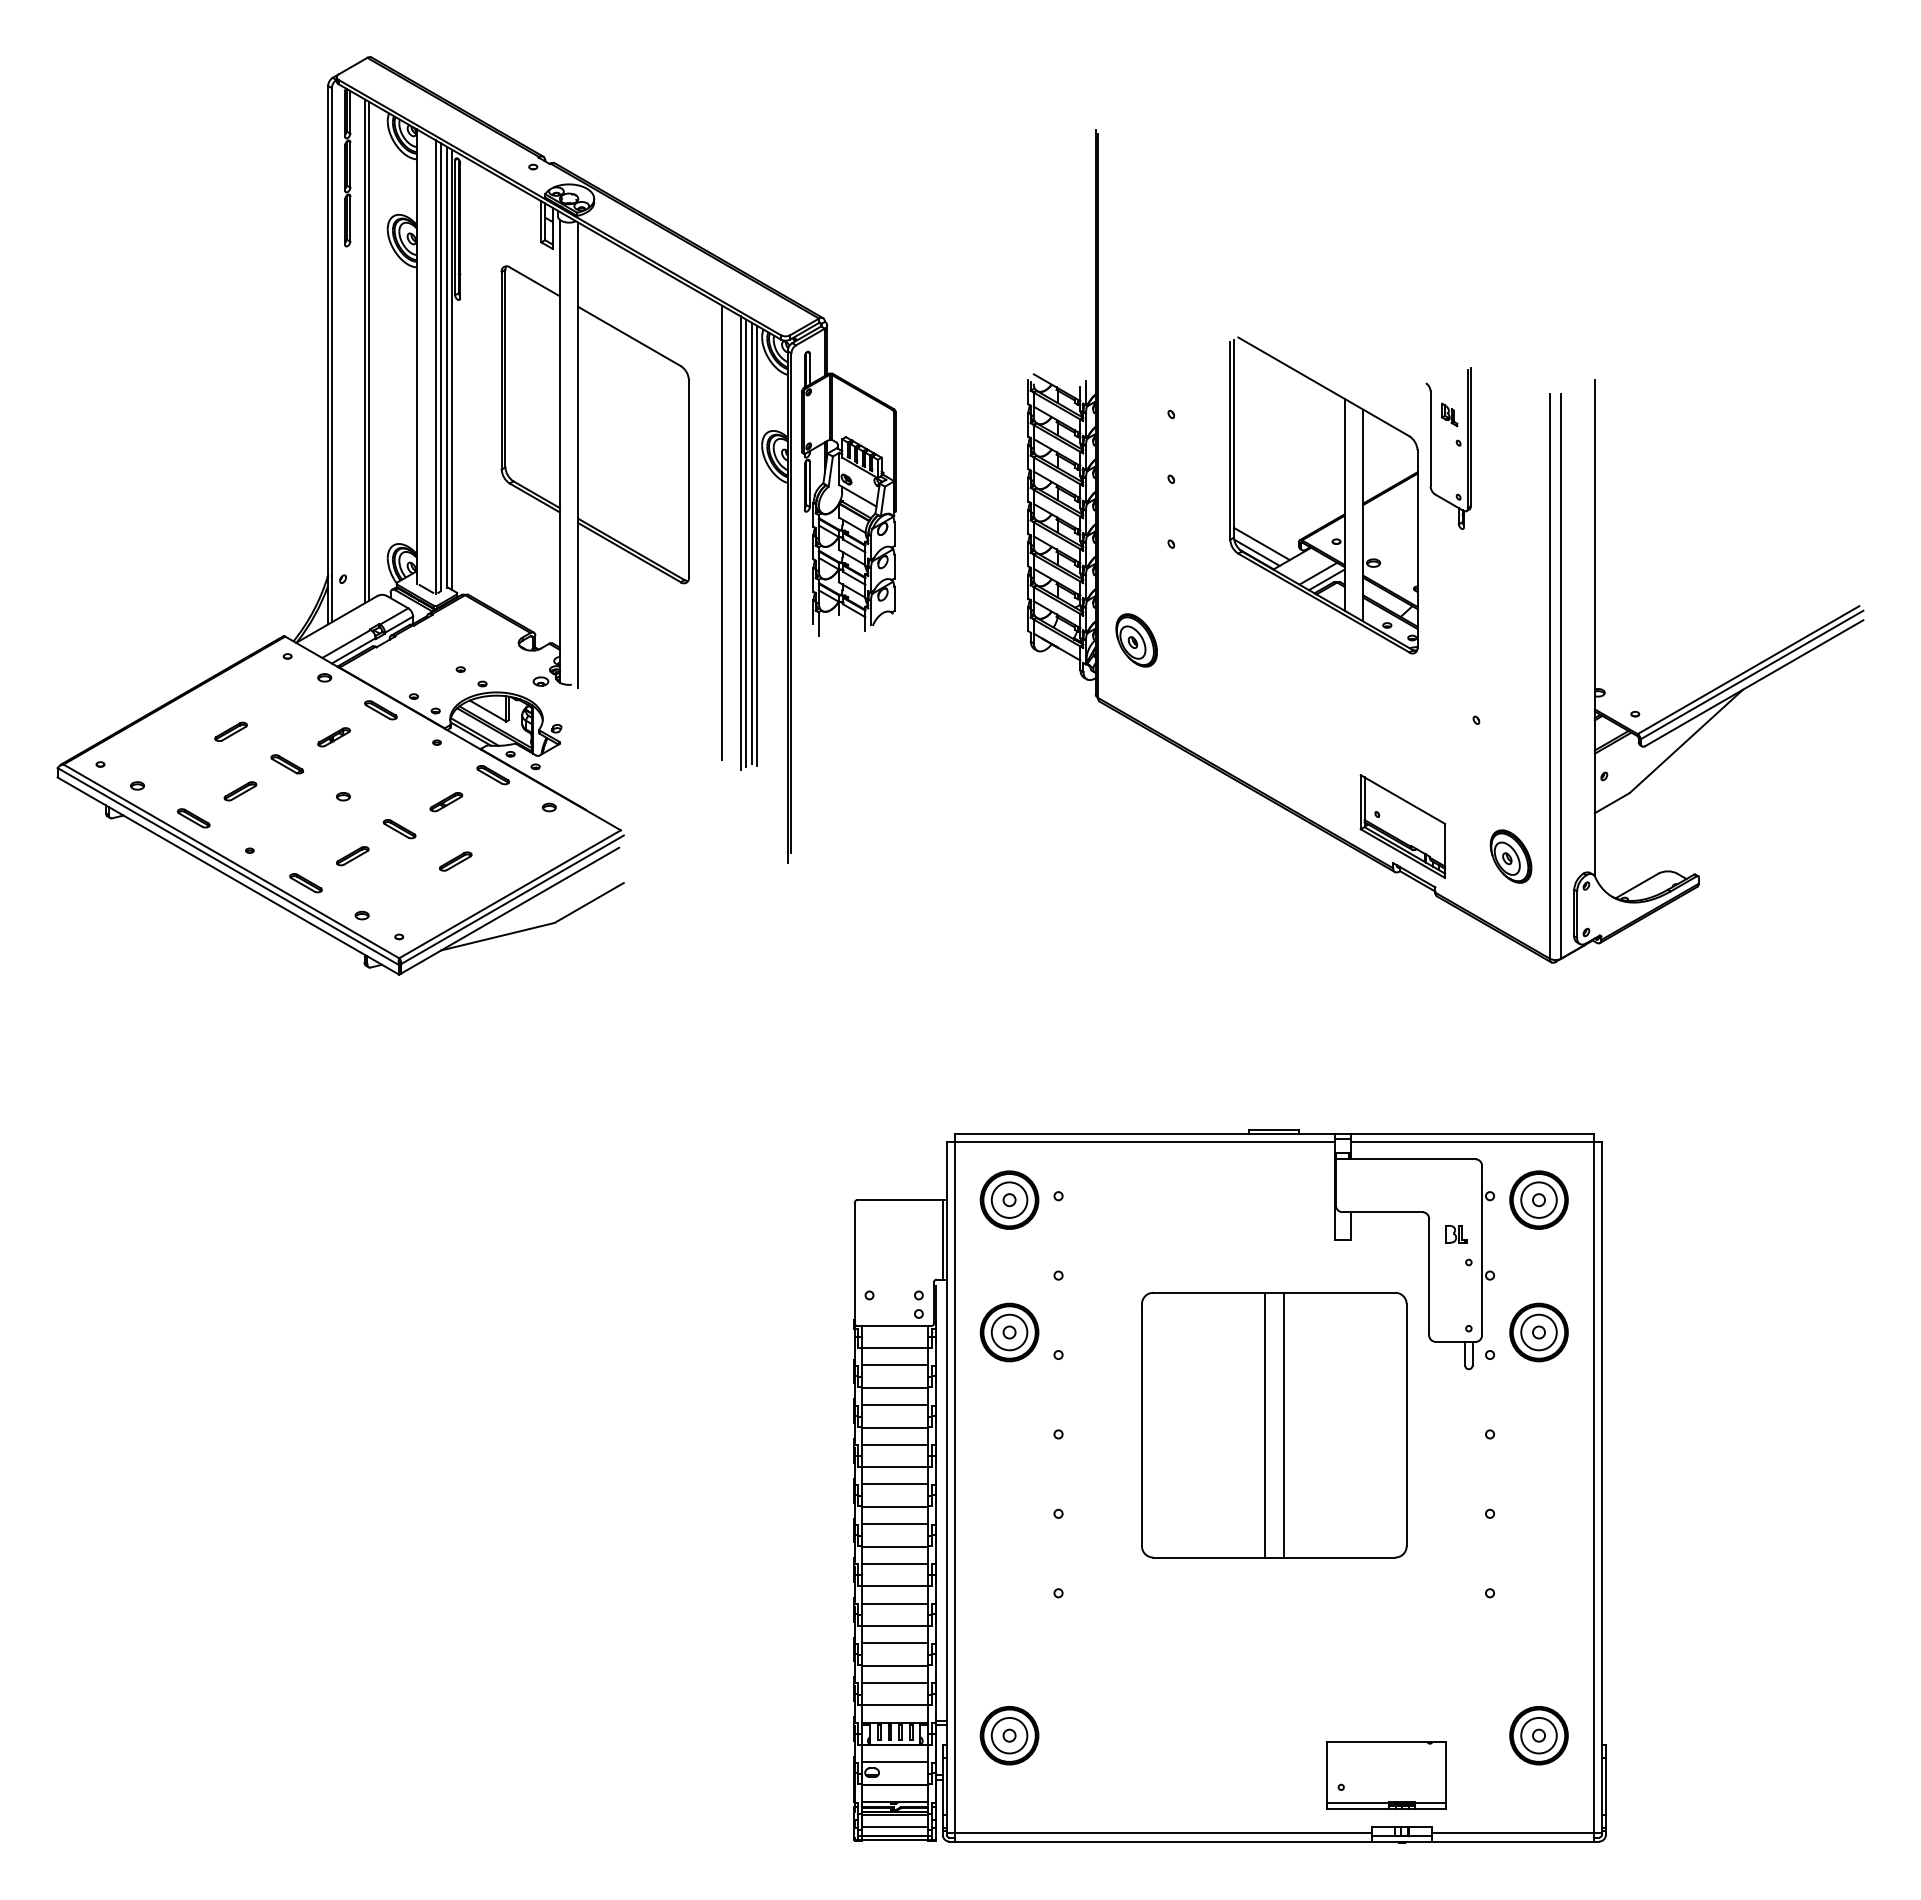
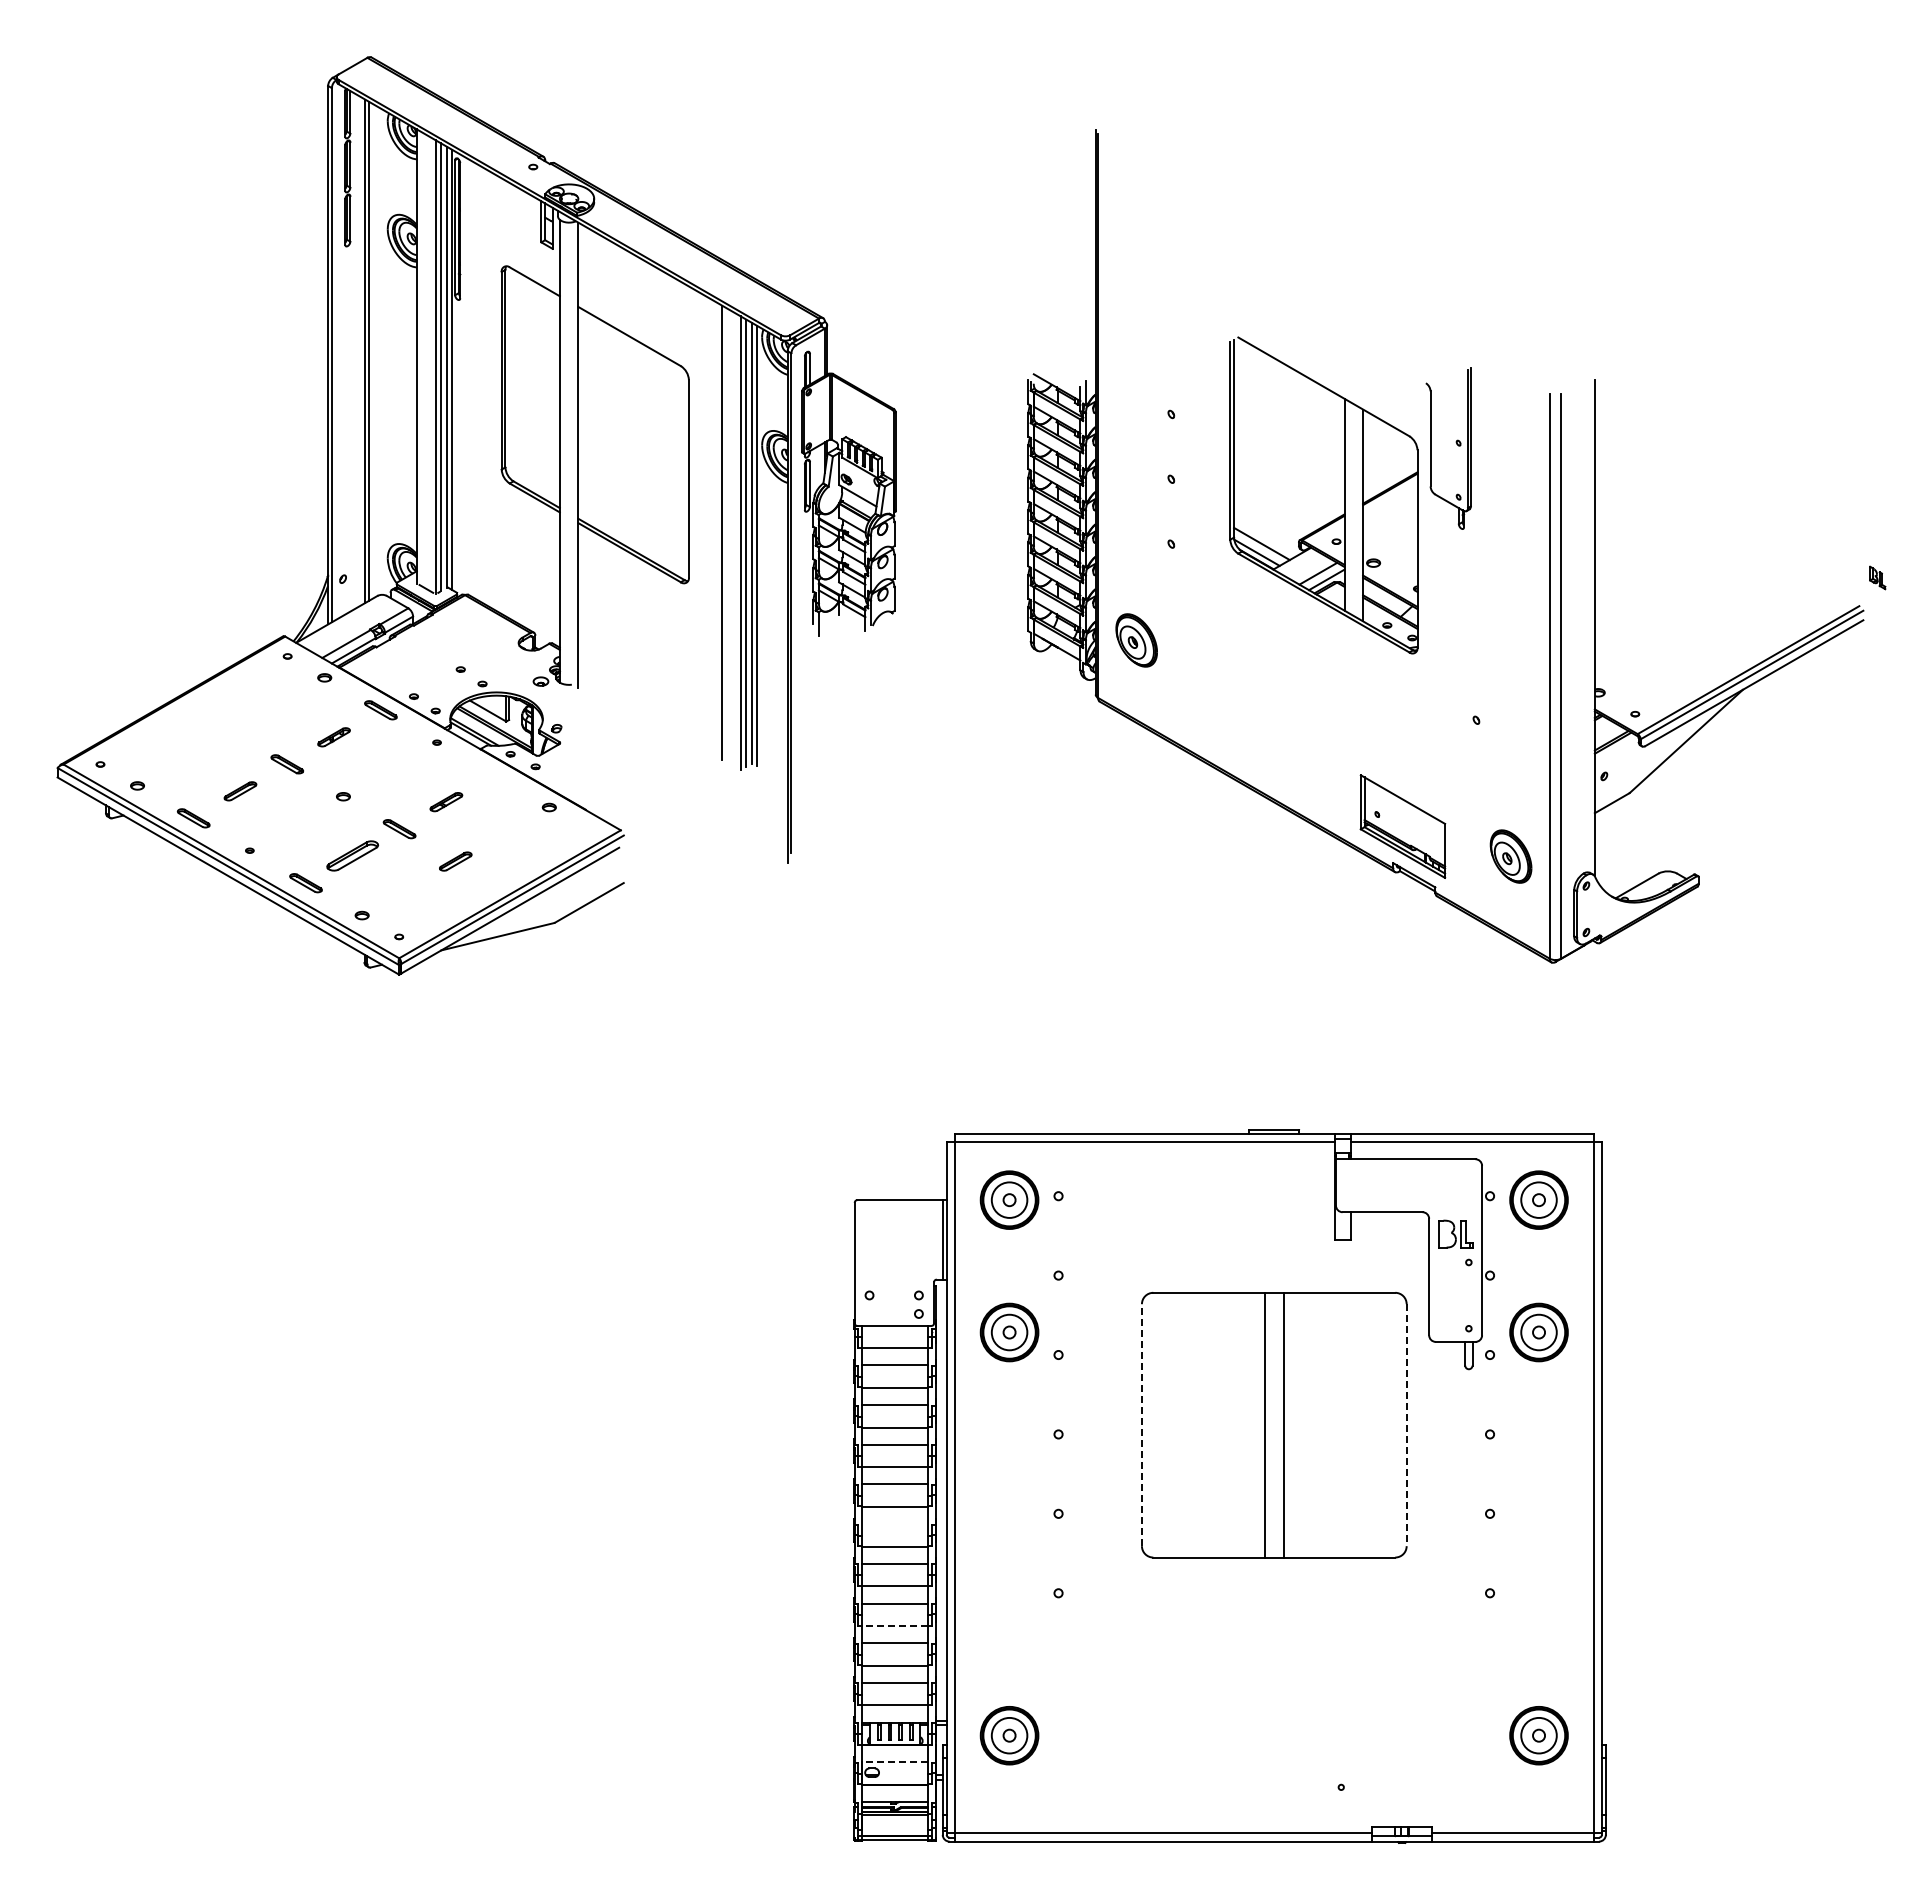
part at (1449, 414) position: (1449, 414) -> (1877, 577)
part at (230, 731): present -> none
part at (492, 775): present -> none
part at (352, 856) size: 34x21 px -> 54x32 px
part at (1456, 1234) size: 23x19 px -> 36x30 px
line at (1141, 1425): solid -> dashed
line at (1406, 1425): solid -> dashed
line at (895, 1524): present -> none
line at (894, 1626): solid -> dashed
line at (894, 1762): solid -> dashed
part at (1386, 1775): present -> none
line at (895, 1827): present -> none
